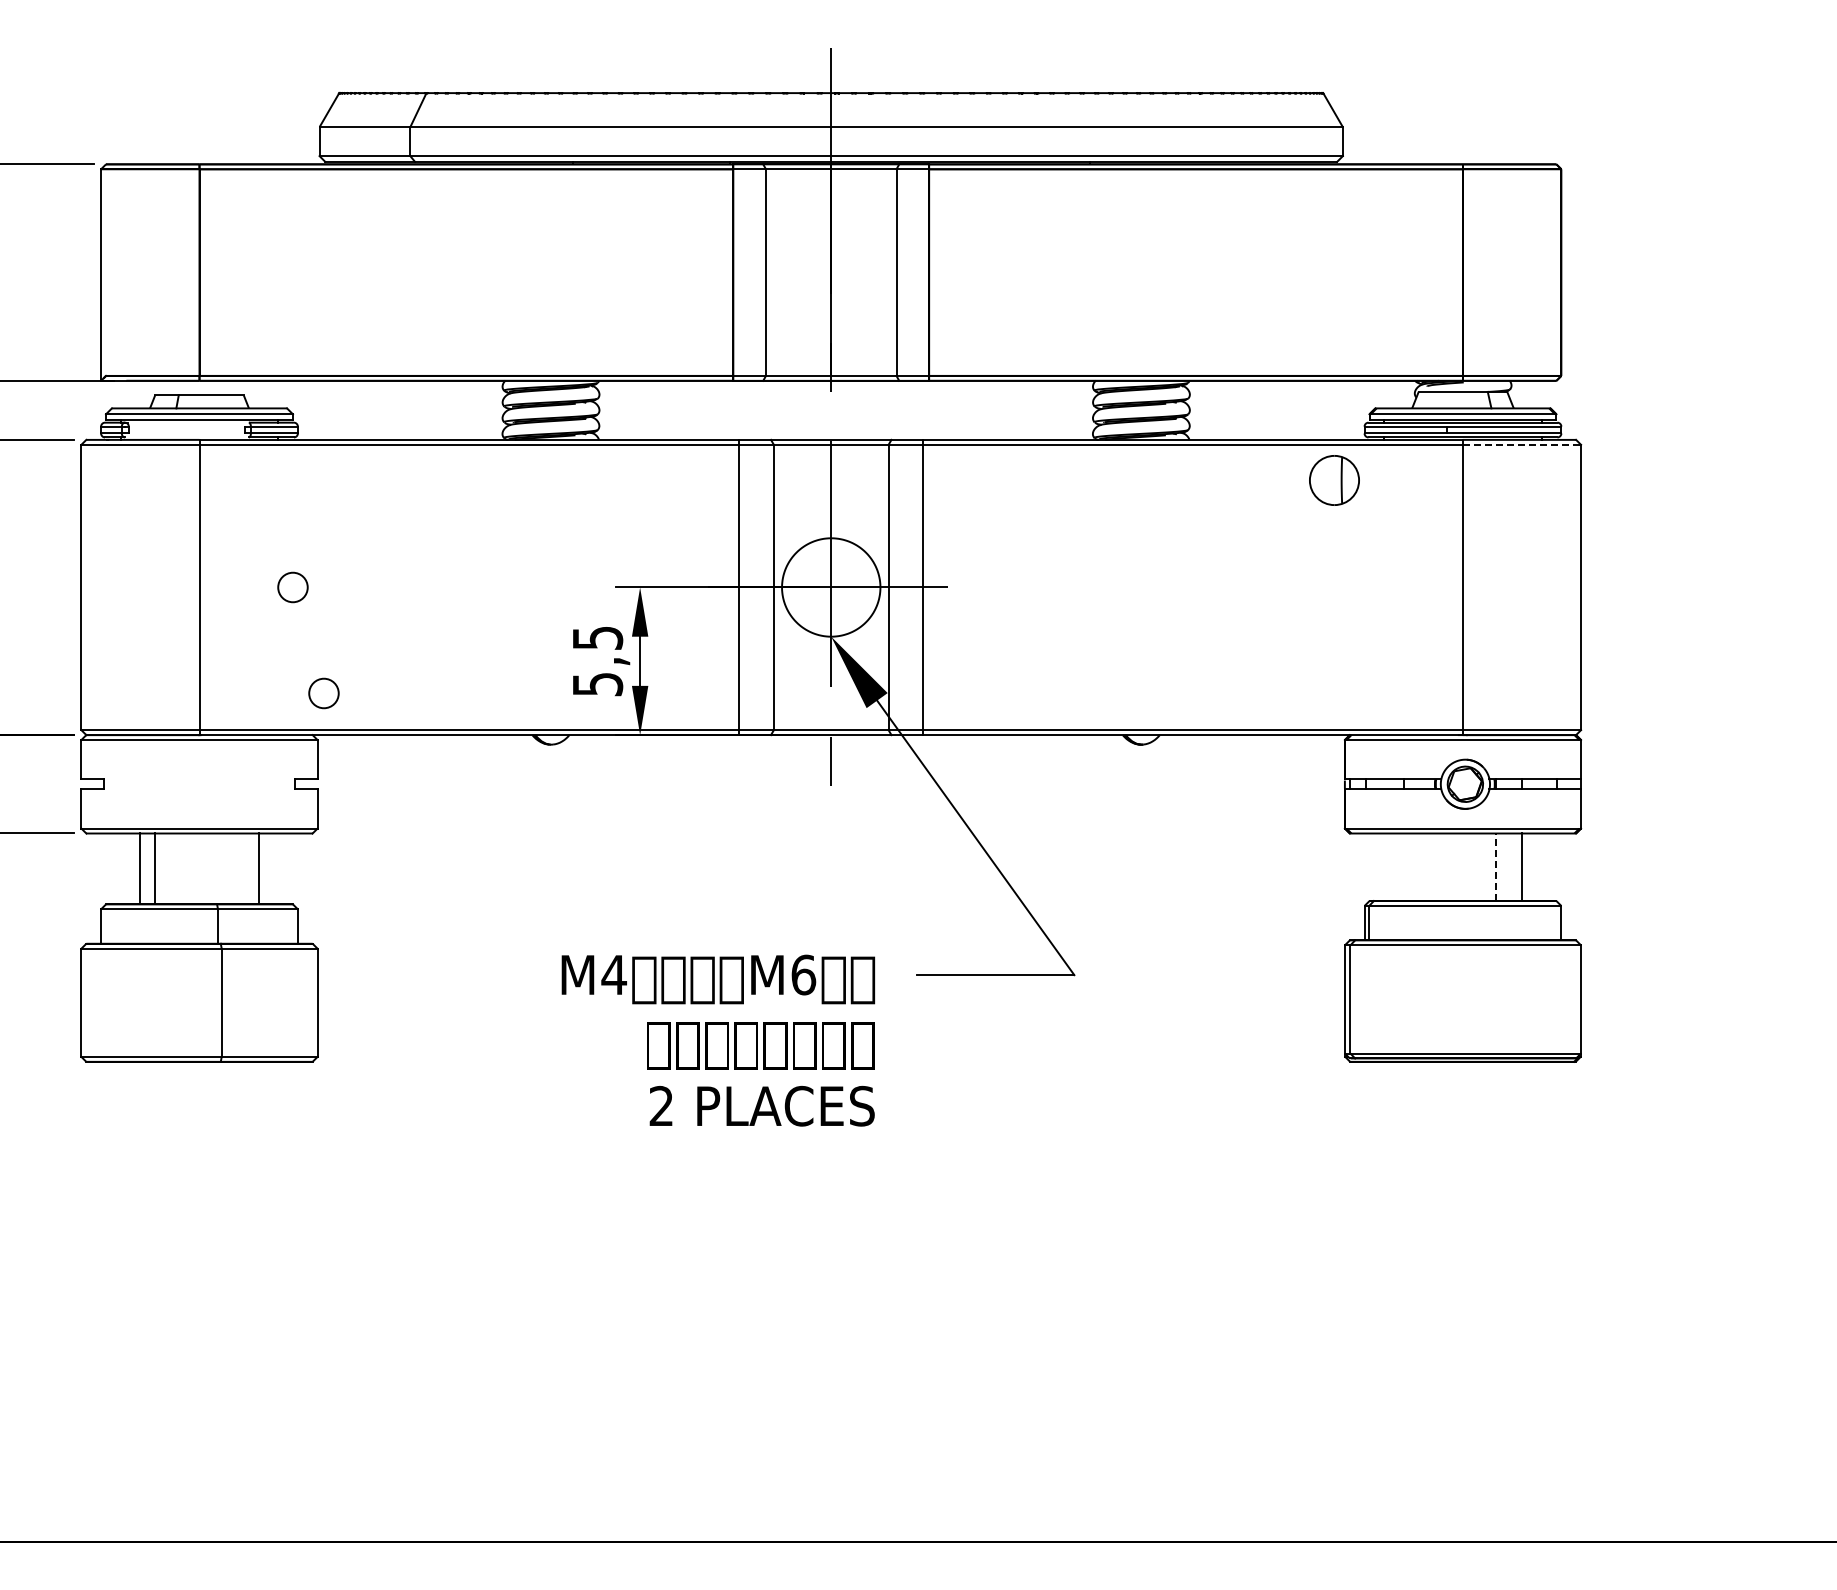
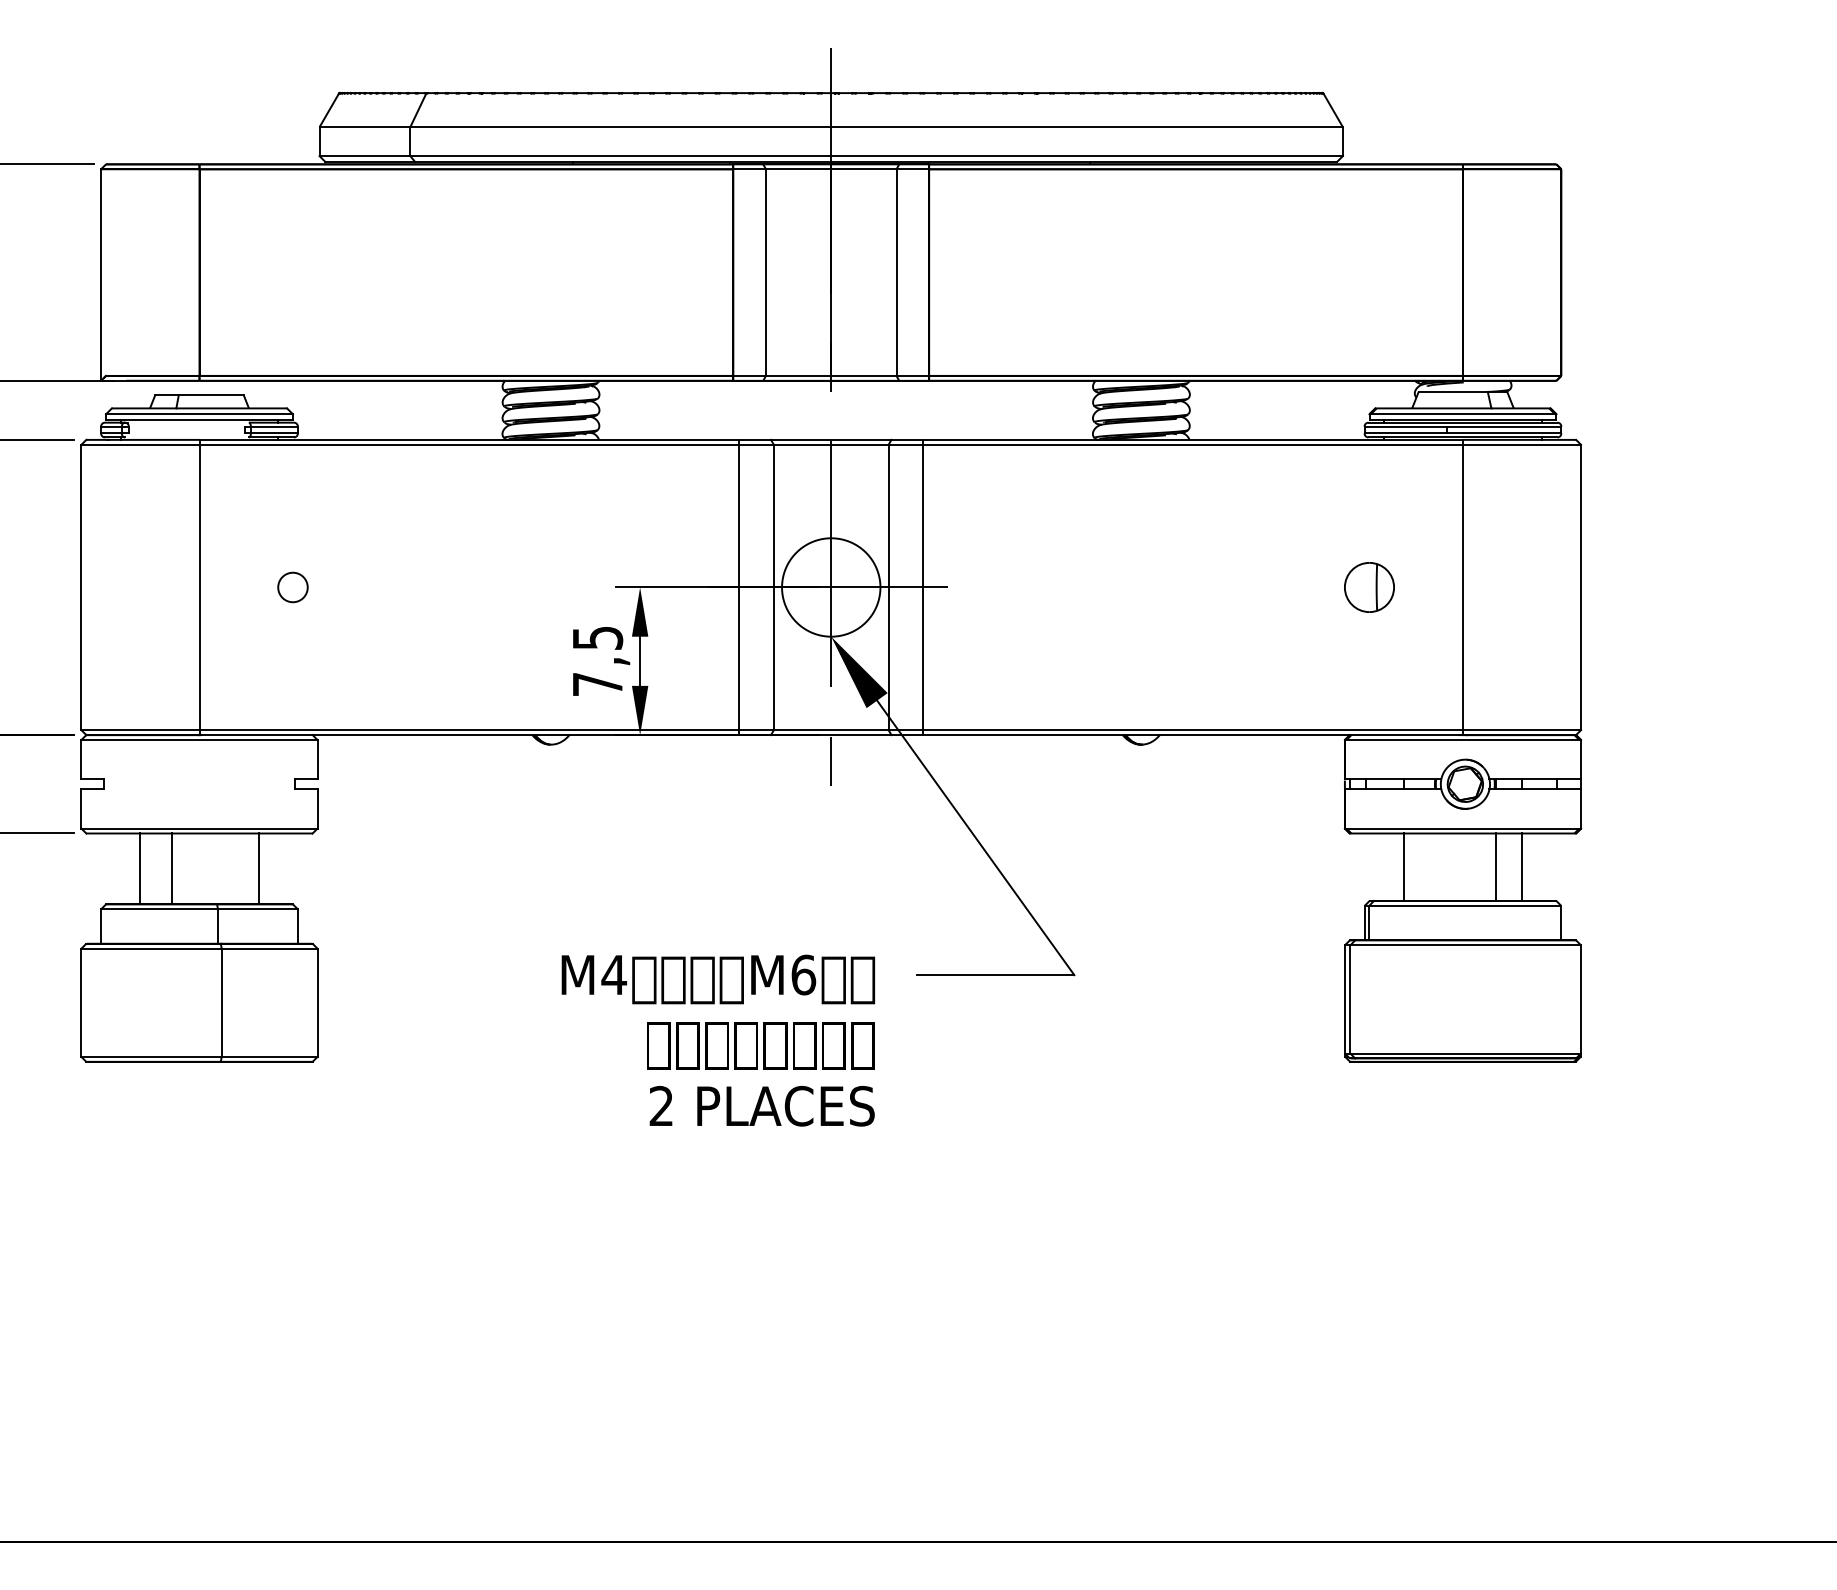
line at (1522, 444): dashed -> solid
part at (1334, 480) position: (1334, 480) -> (1369, 587)
text at (598, 684): 5,5 -> 7,5
part at (323, 693): present -> none
line at (1403, 867): none -> present
line at (1496, 867): dashed -> solid
line at (154, 868) position: (154, 868) -> (171, 868)
